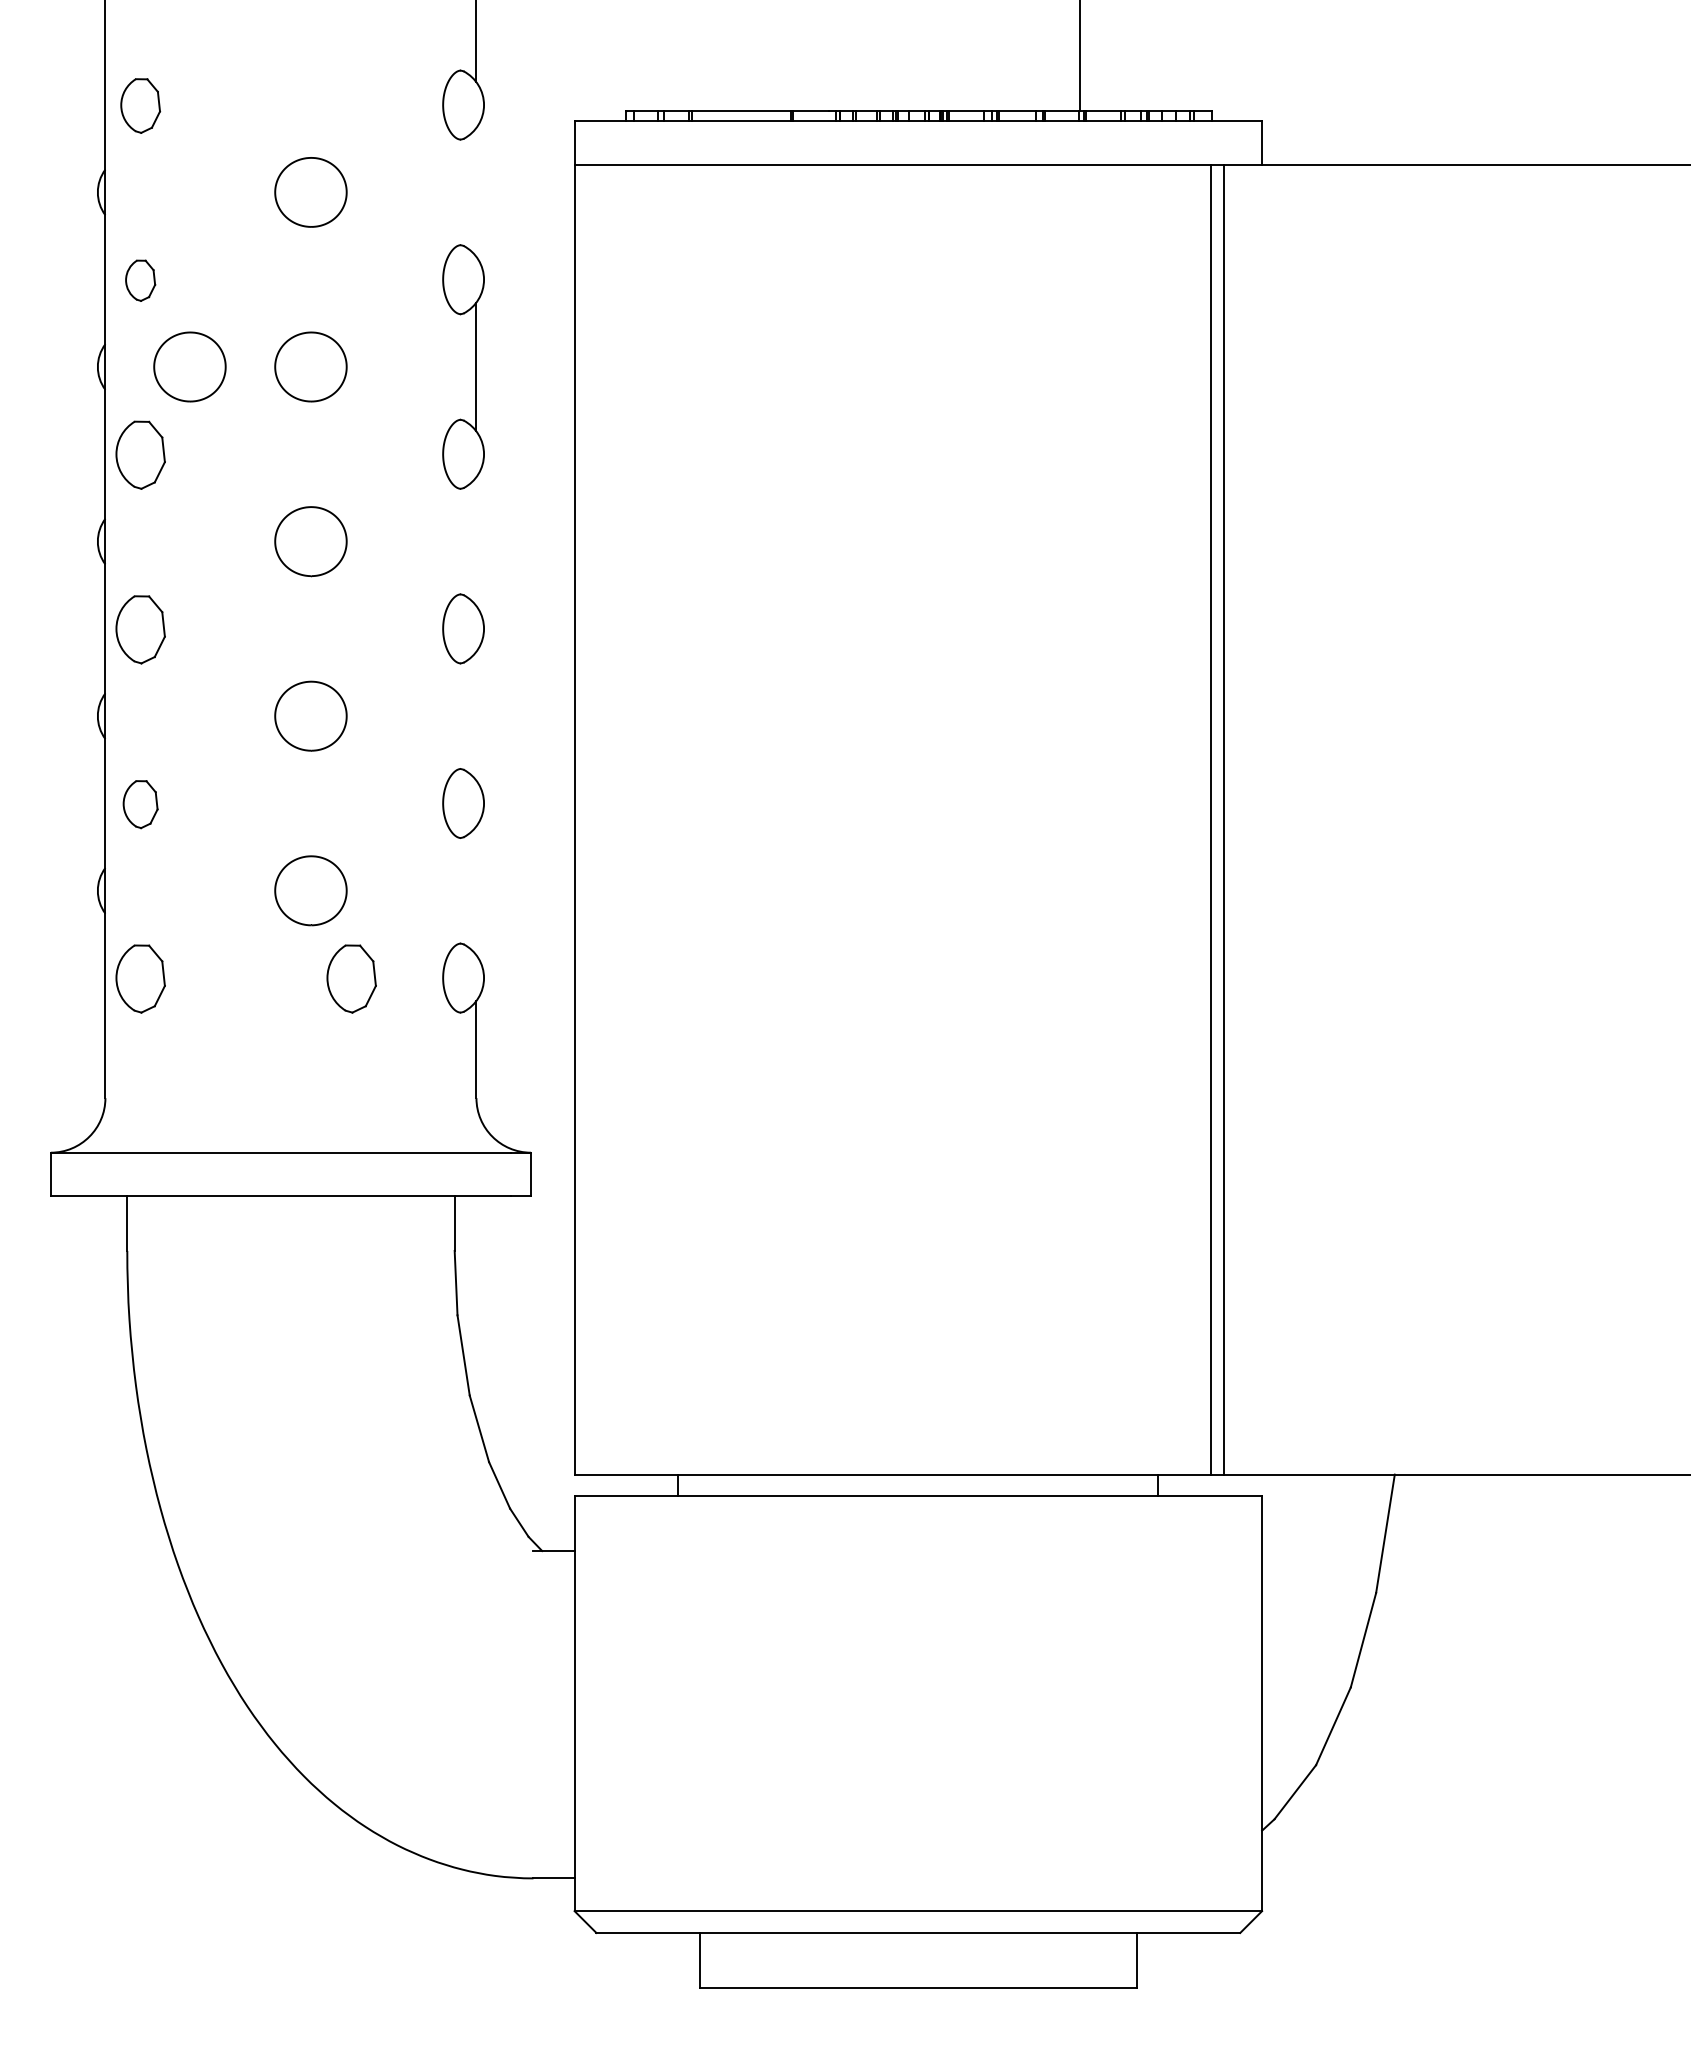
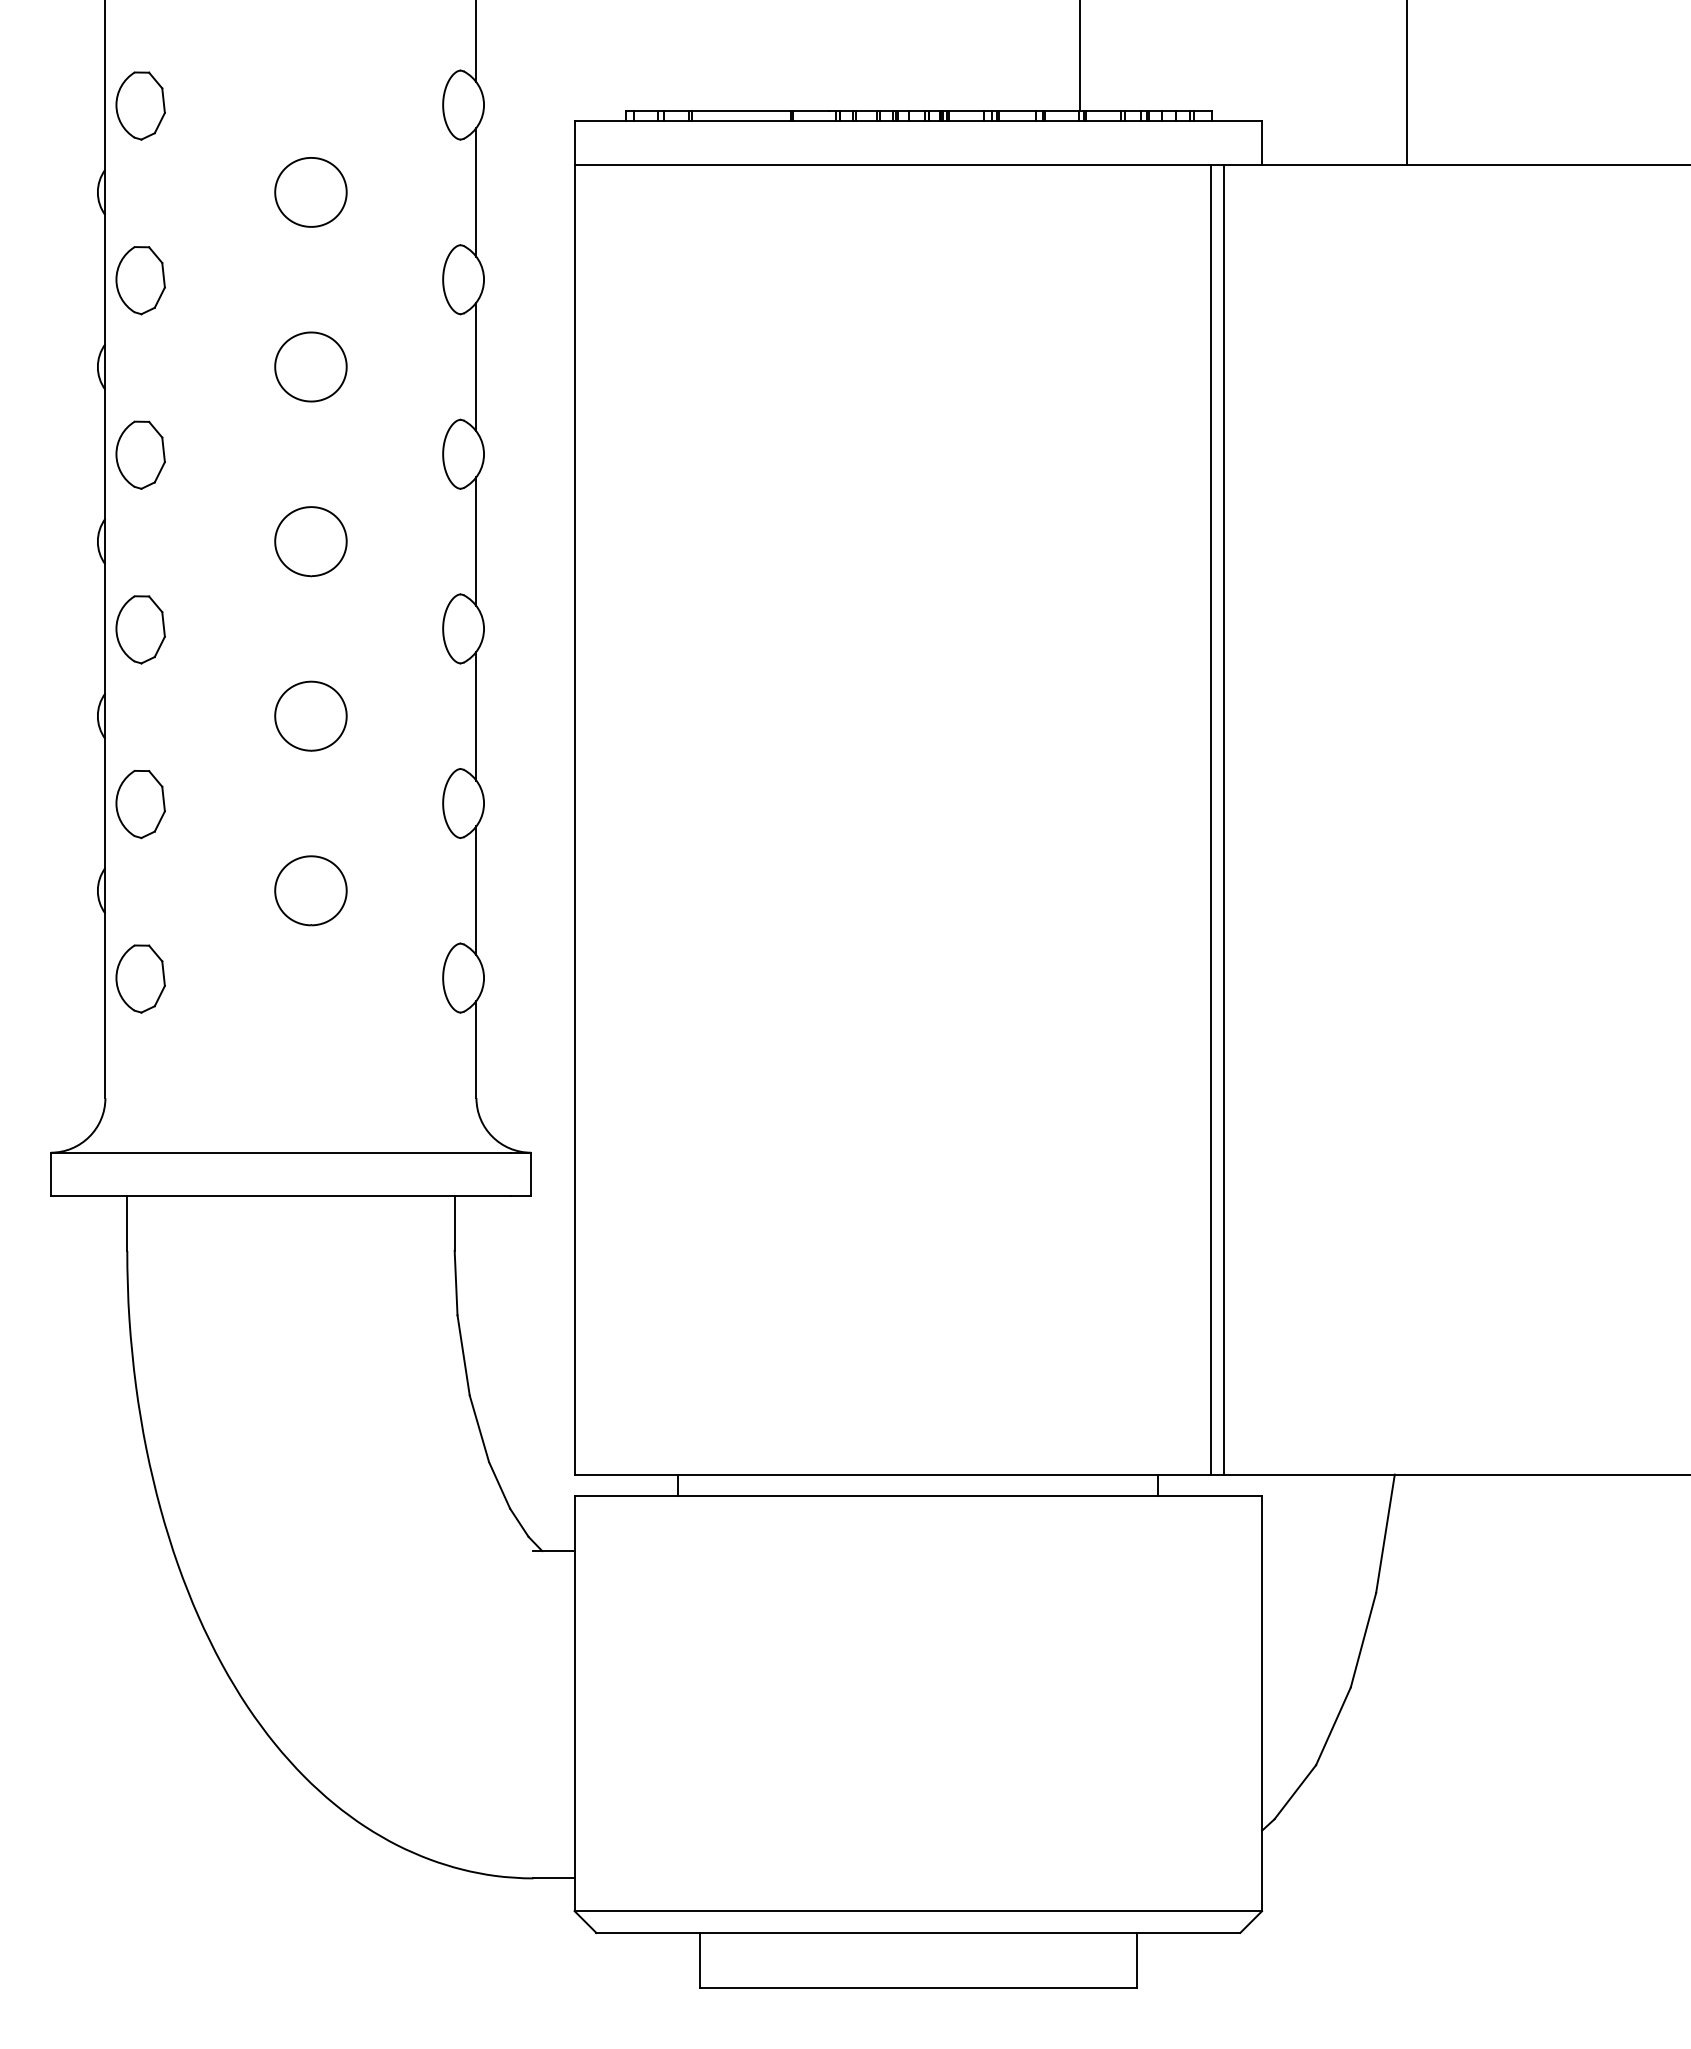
line at (1406, 83): none -> present
part at (140, 105) size: 42x56 px -> 51x70 px
line at (476, 191): none -> present
part at (140, 280) size: 32x43 px -> 51x70 px
part at (189, 366): present -> none
line at (476, 541): none -> present
line at (476, 715): none -> present
part at (140, 804) size: 37x50 px -> 51x70 px
line at (476, 890): none -> present
part at (351, 978): present -> none
